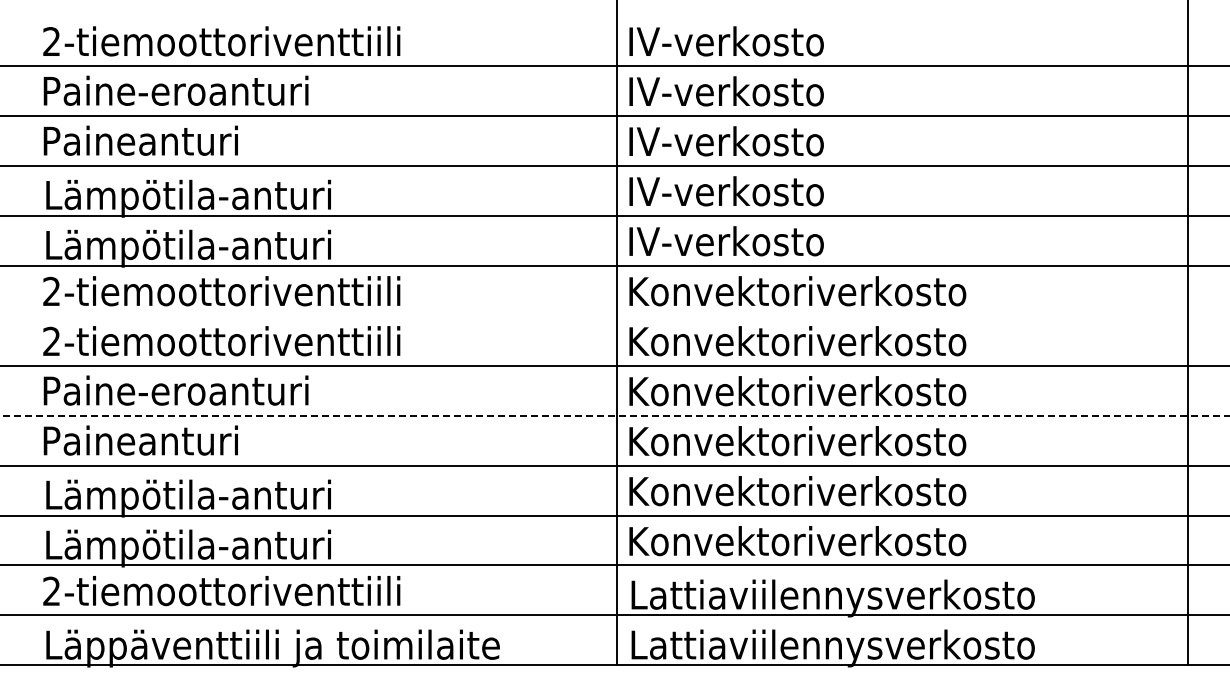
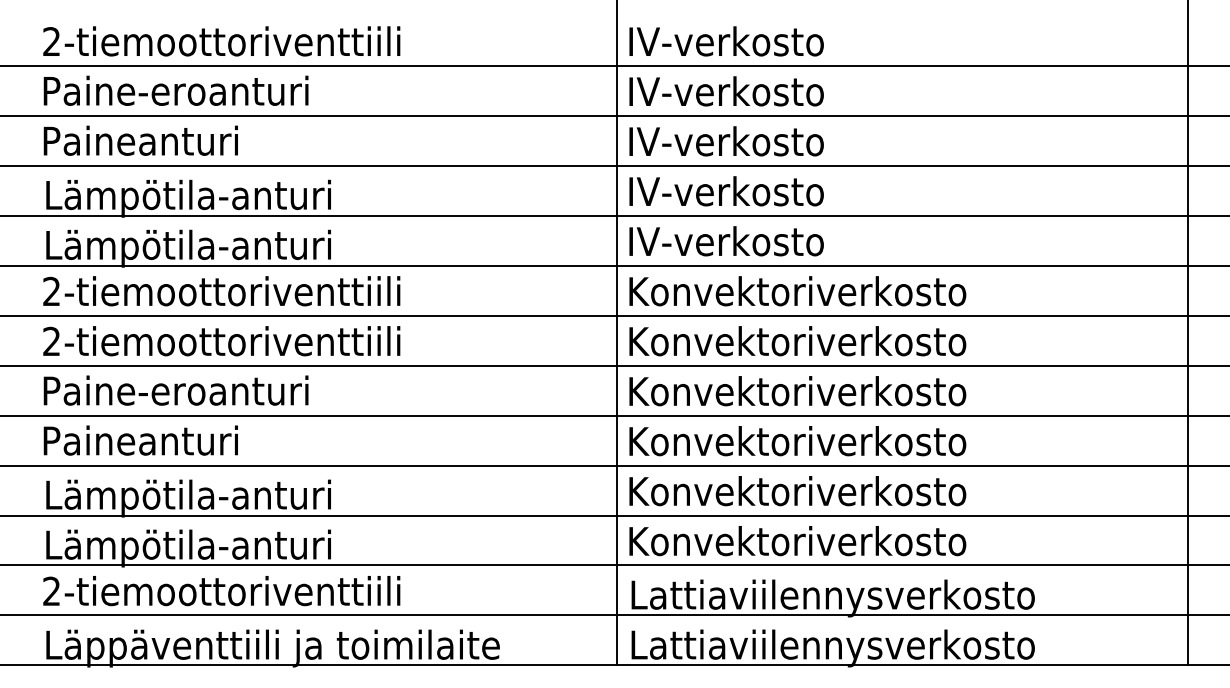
line at (614, 315): none -> present
line at (615, 415): dashed -> solid
